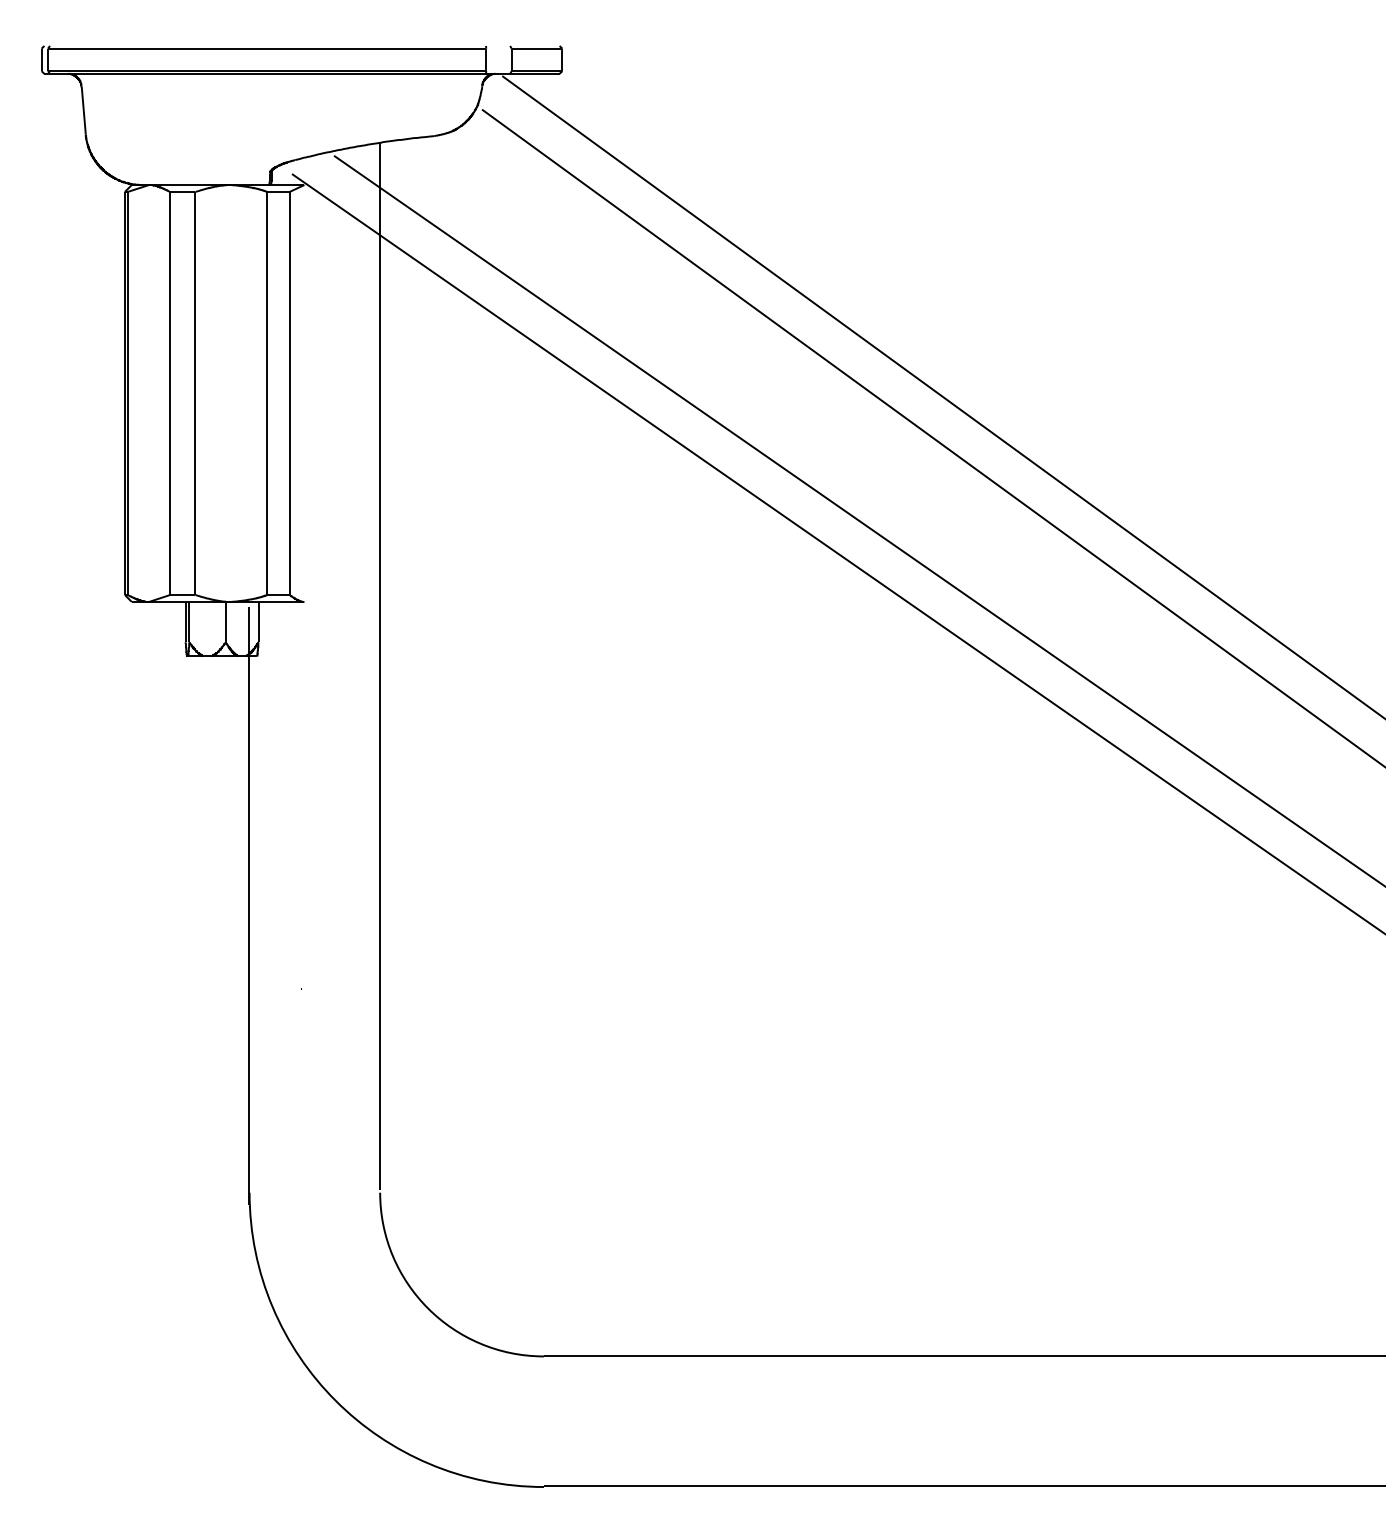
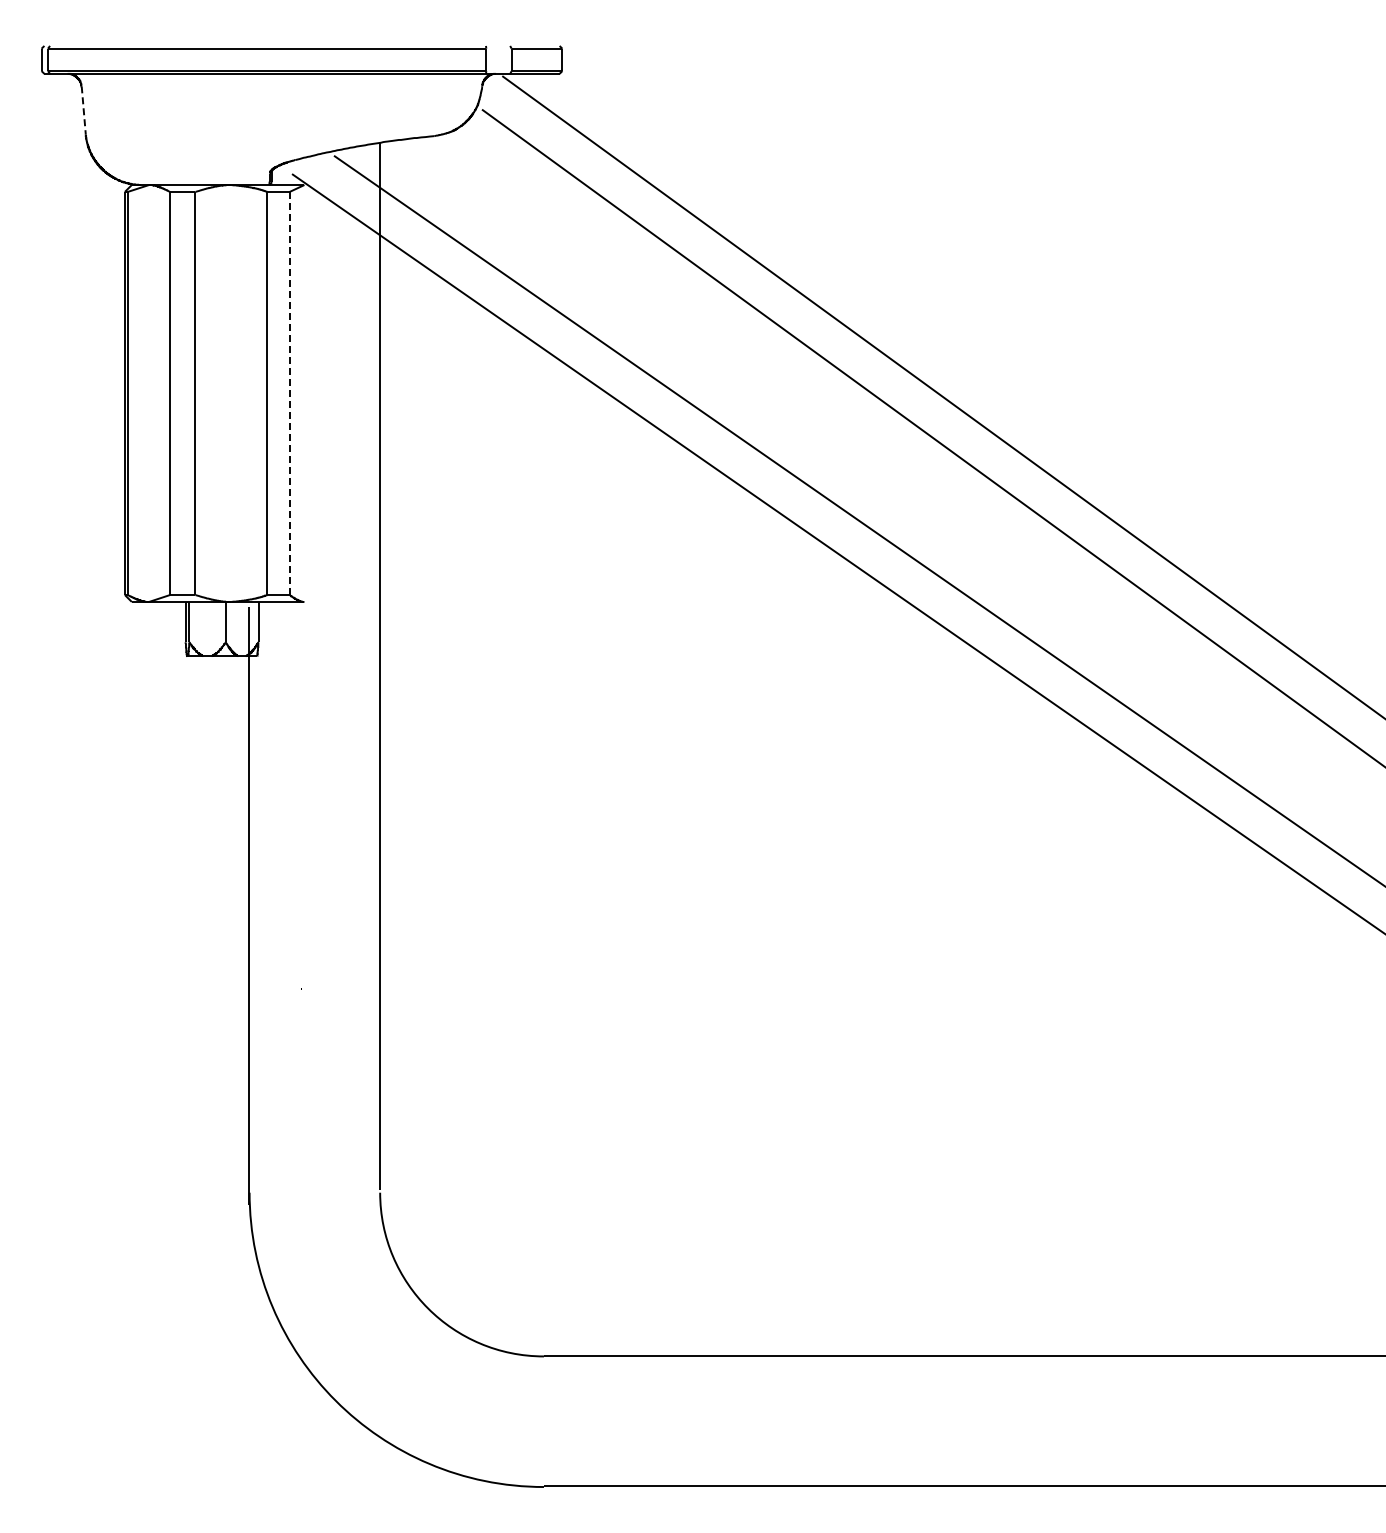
line at (83, 110): solid -> dashed
line at (289, 393): solid -> dashed
